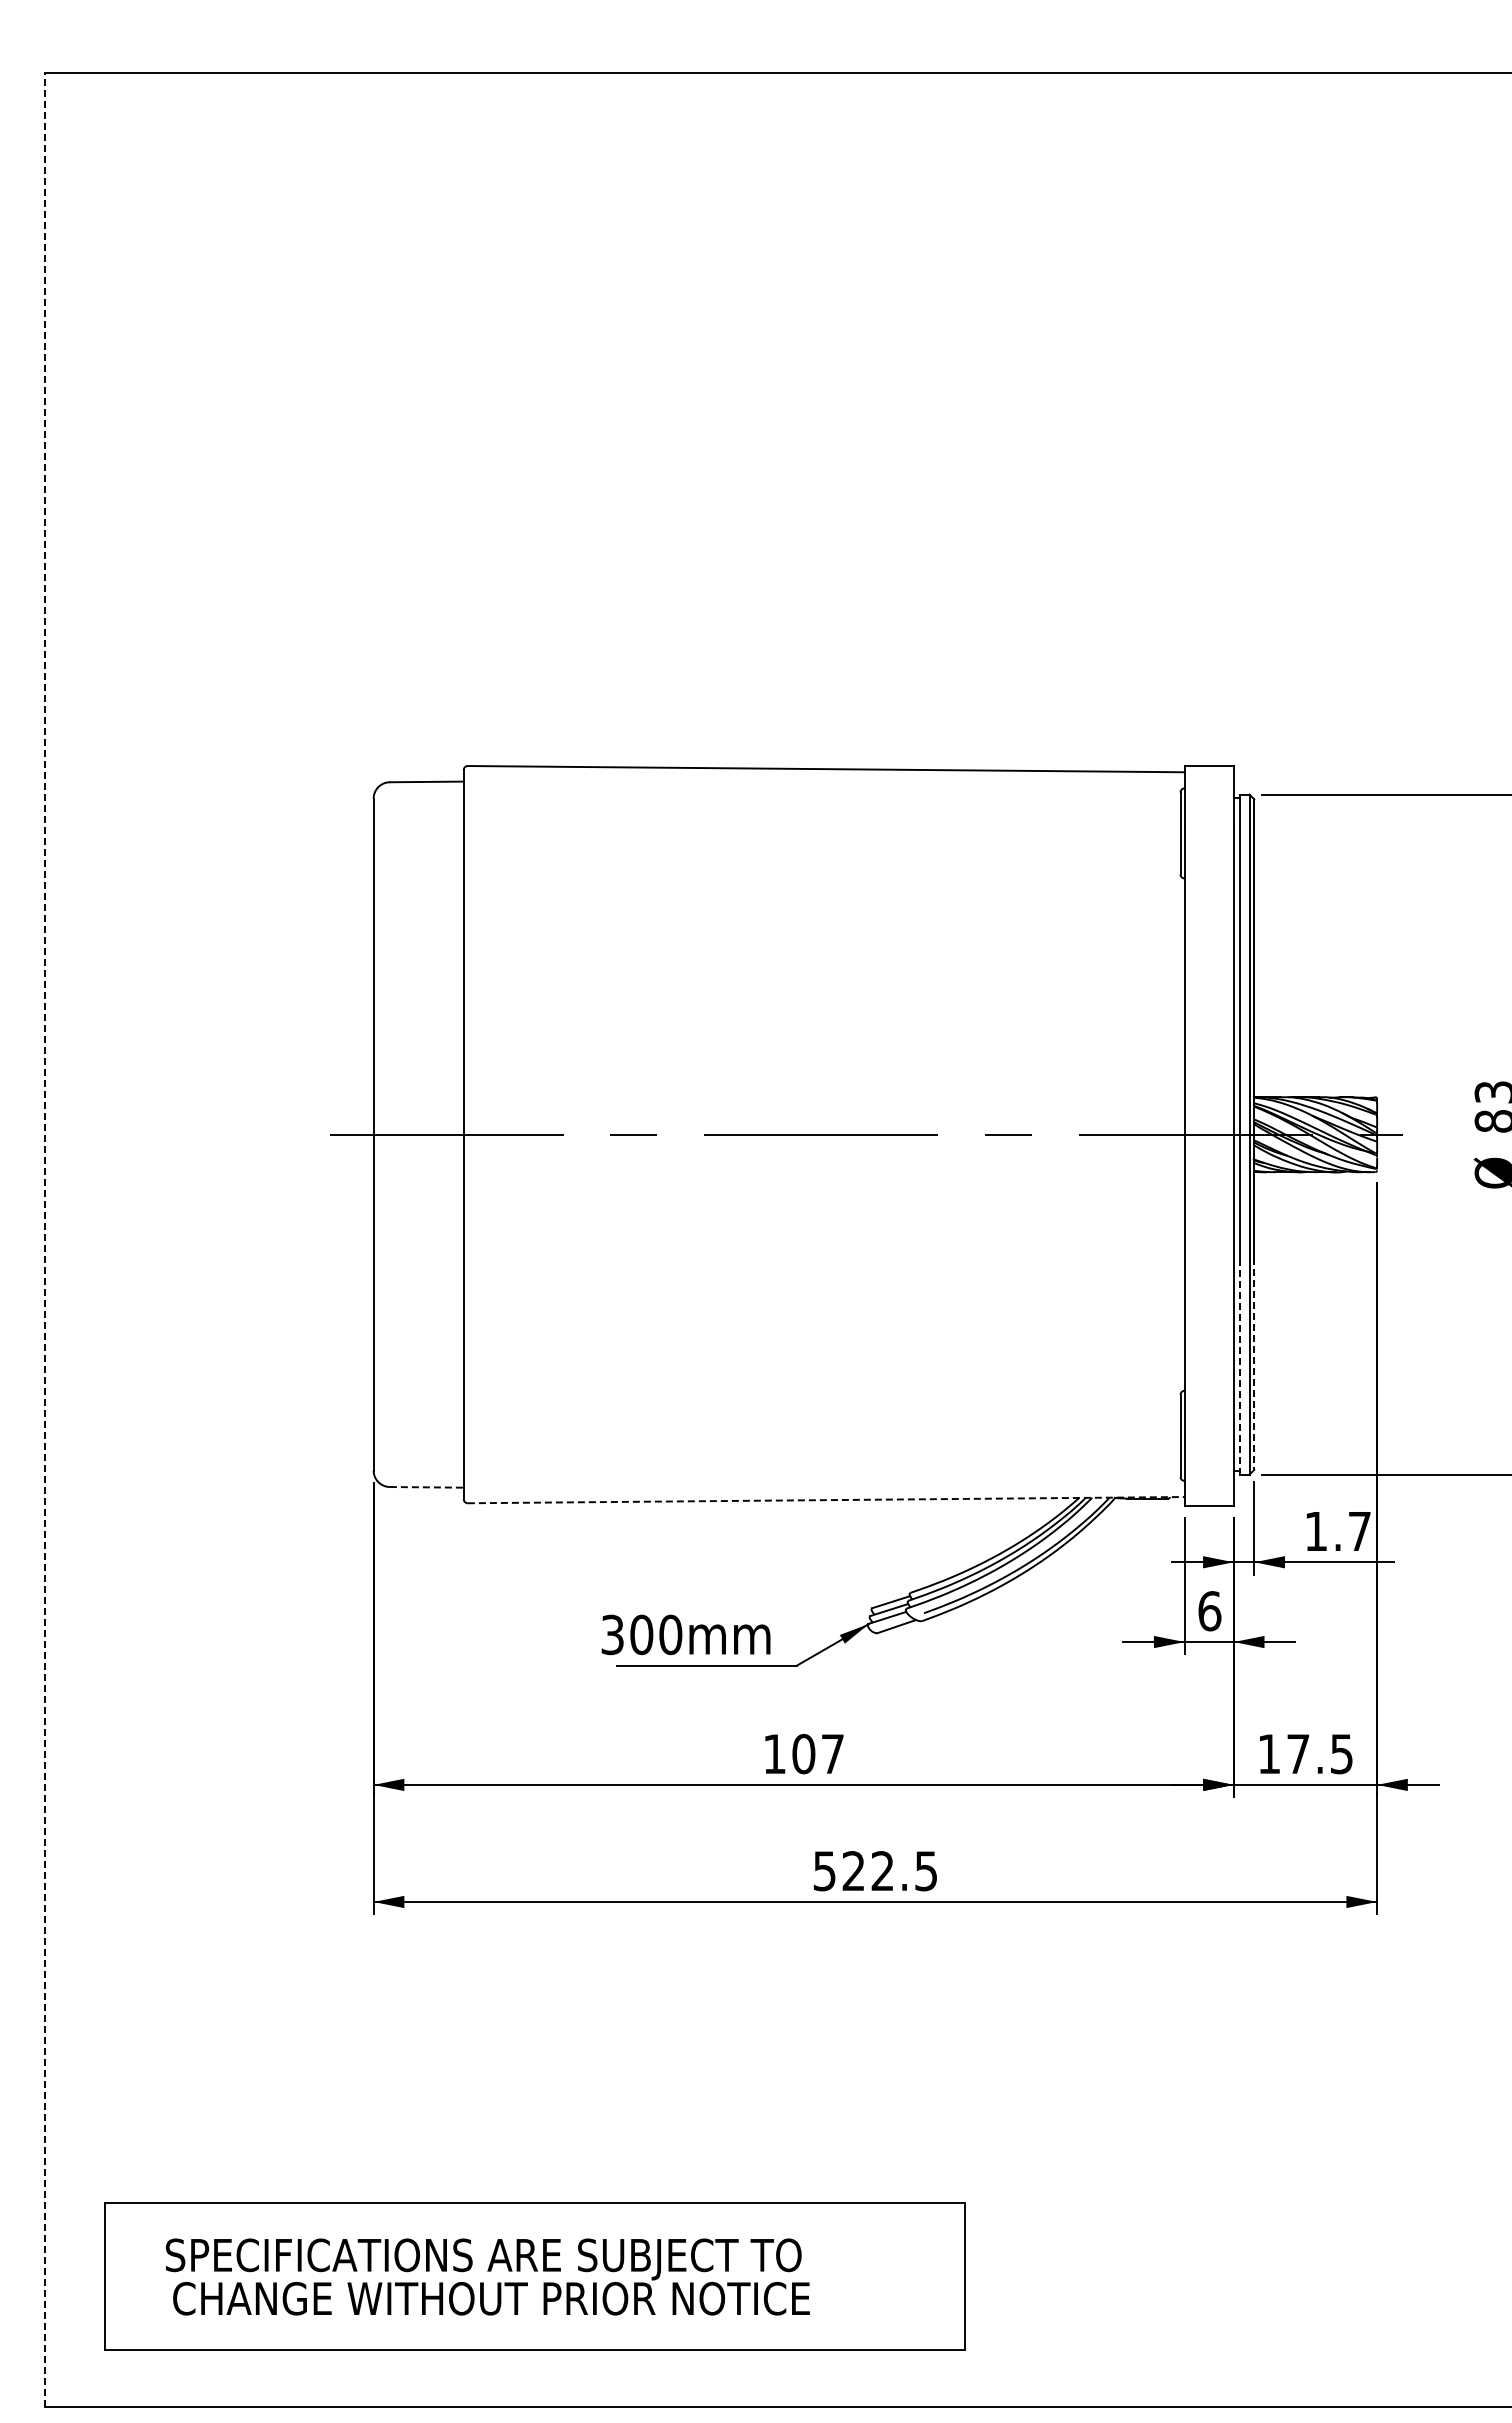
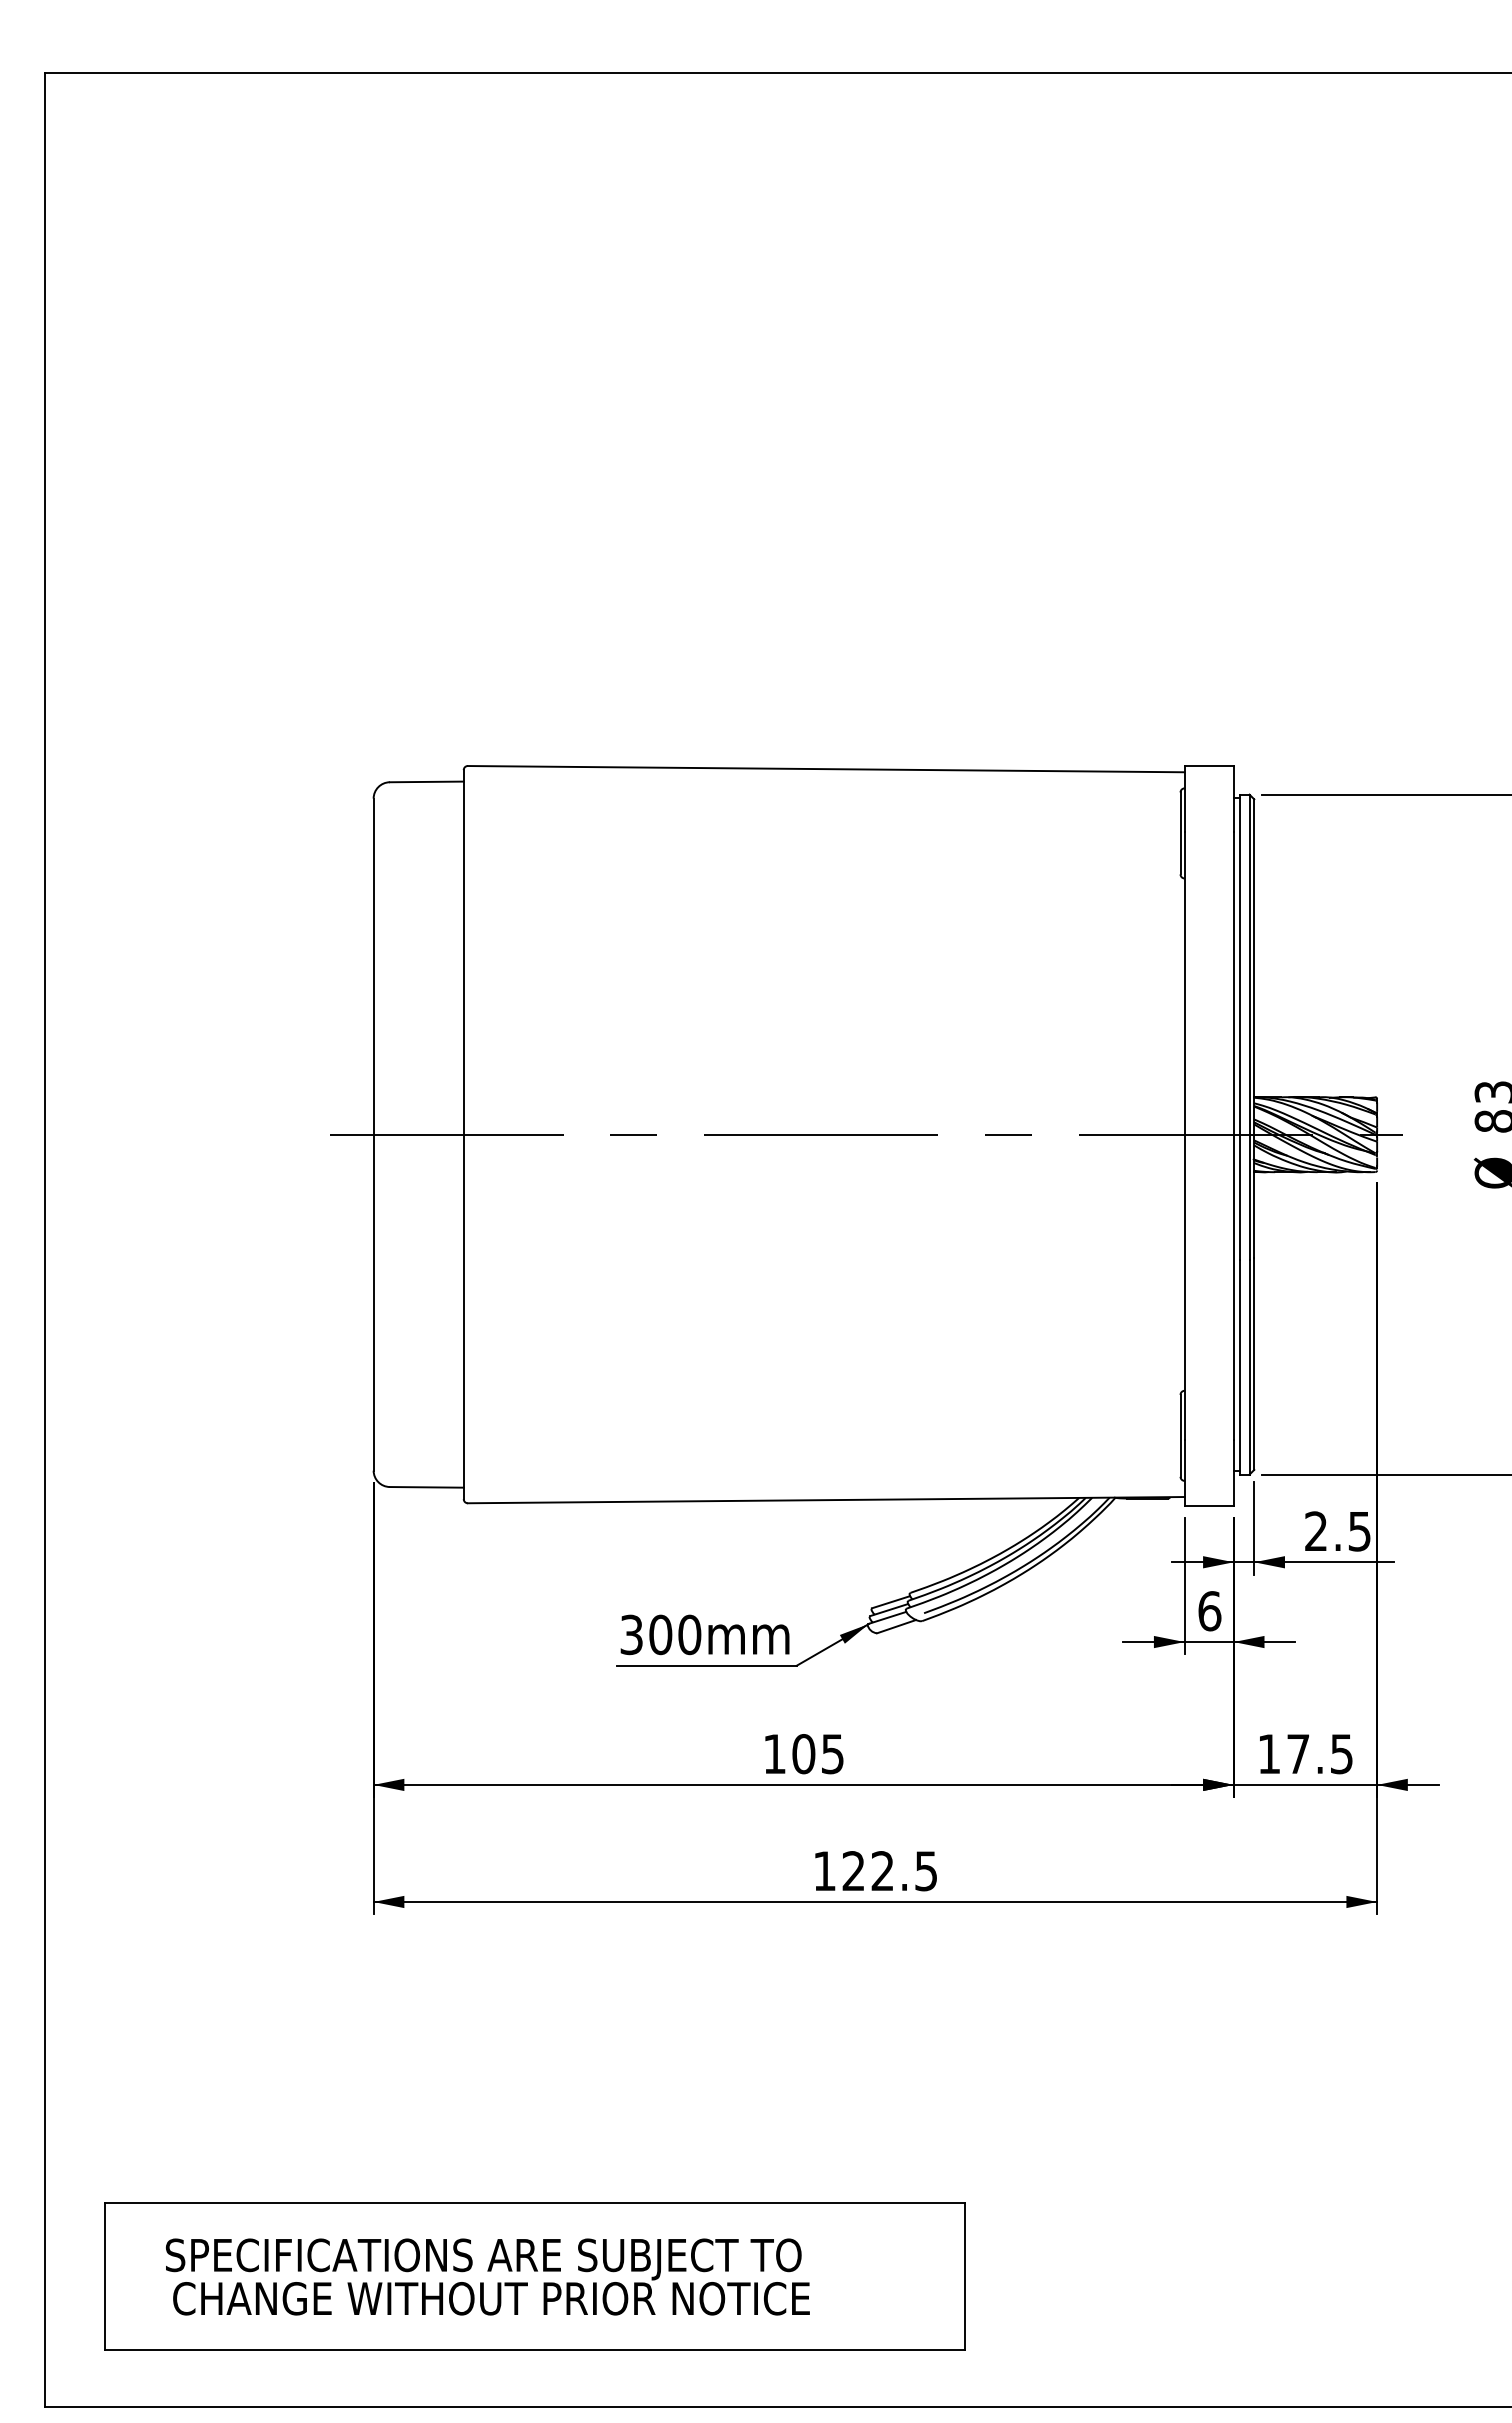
line at (45, 1239): dashed -> solid
line at (1254, 1364): dashed -> solid
line at (1240, 1366): dashed -> solid
line at (426, 1487): dashed -> solid
line at (826, 1500): dashed -> solid
text at (1337, 1531): 1.7 -> 2.5
text at (685, 1634) position: (685, 1634) -> (704, 1634)
text at (832, 1754): 107 -> 105
text at (824, 1871): 522.5 -> 122.5
